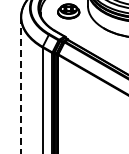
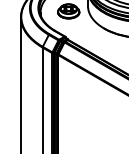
line at (21, 86): dashed -> solid
